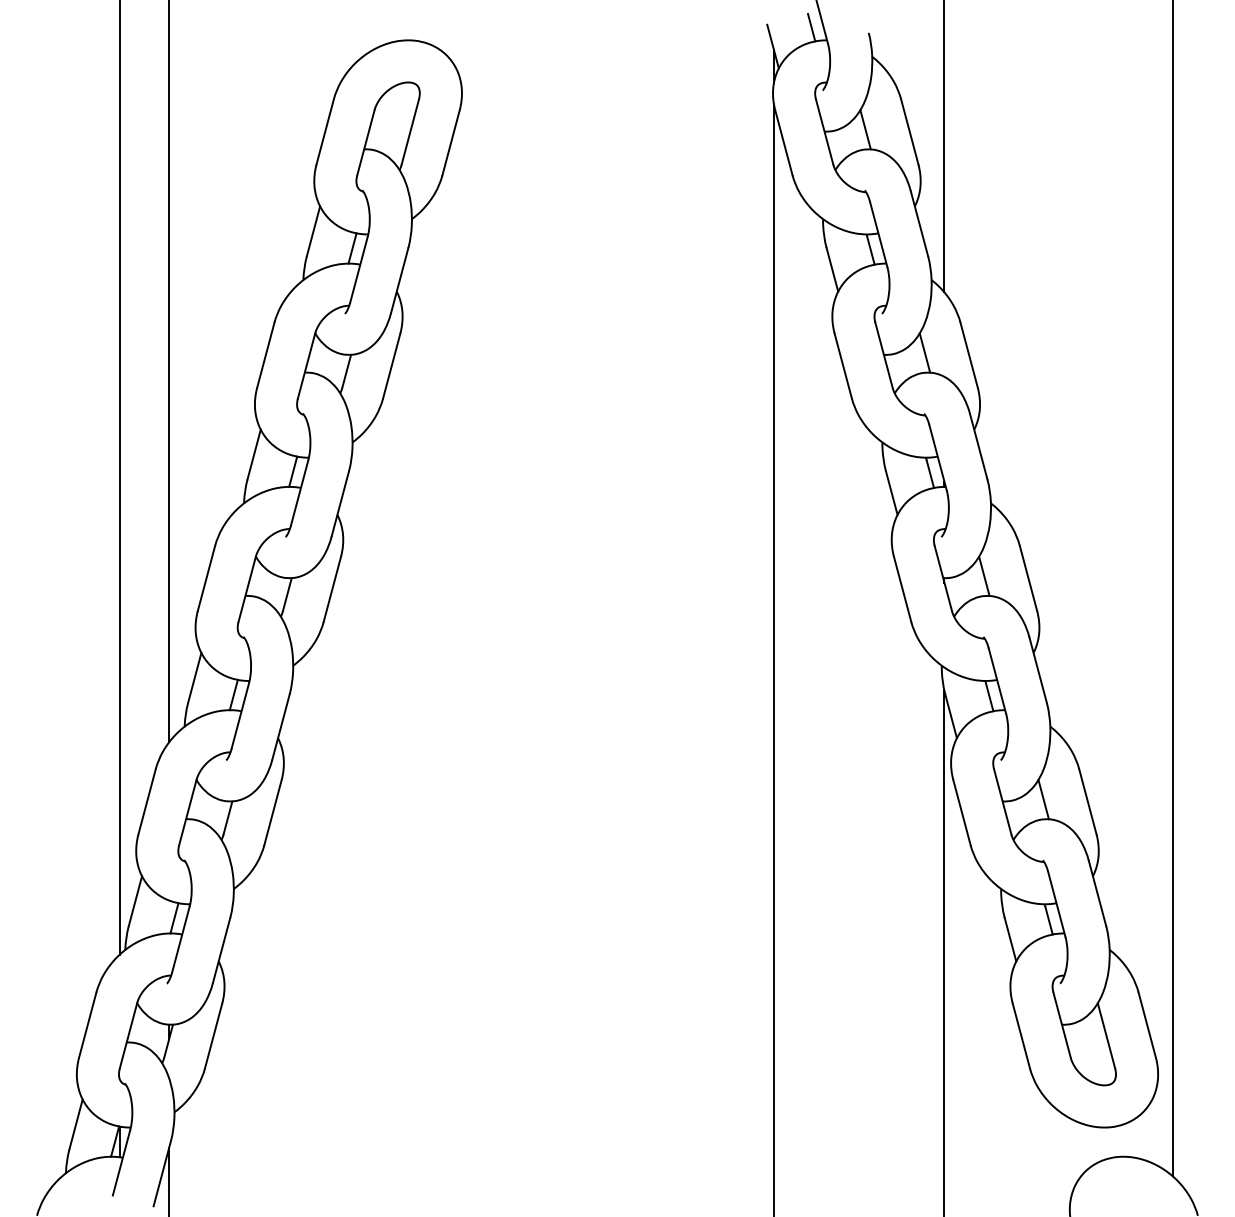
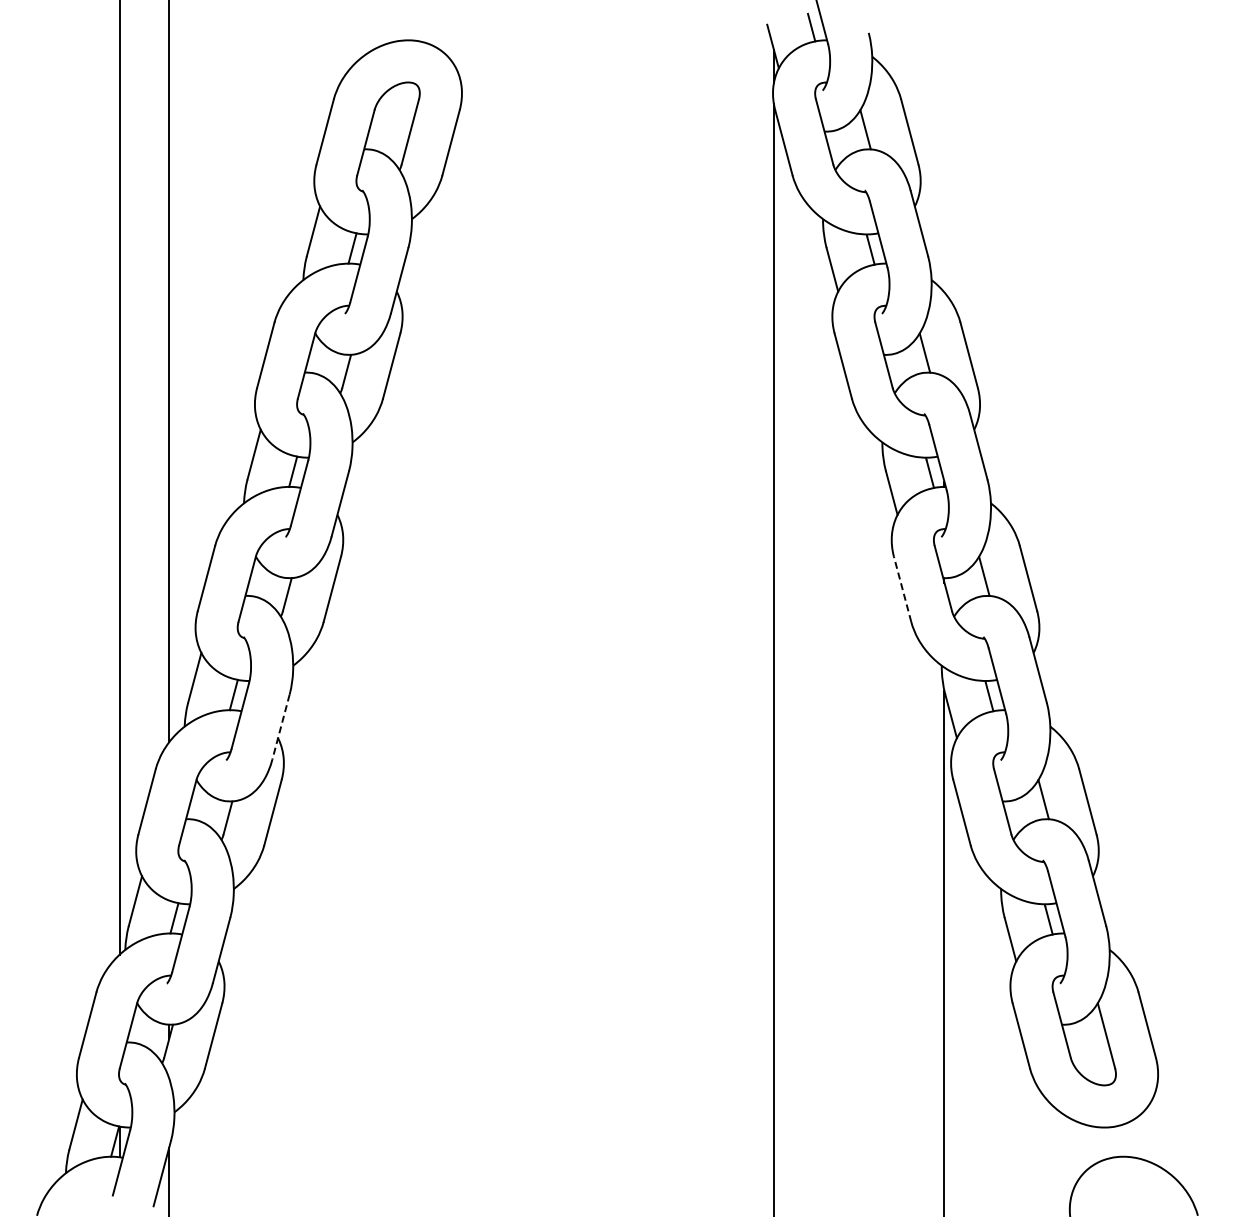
line at (944, 147): present -> none
line at (902, 589): solid -> dashed
line at (1172, 589): present -> none
line at (280, 727): solid -> dashed
